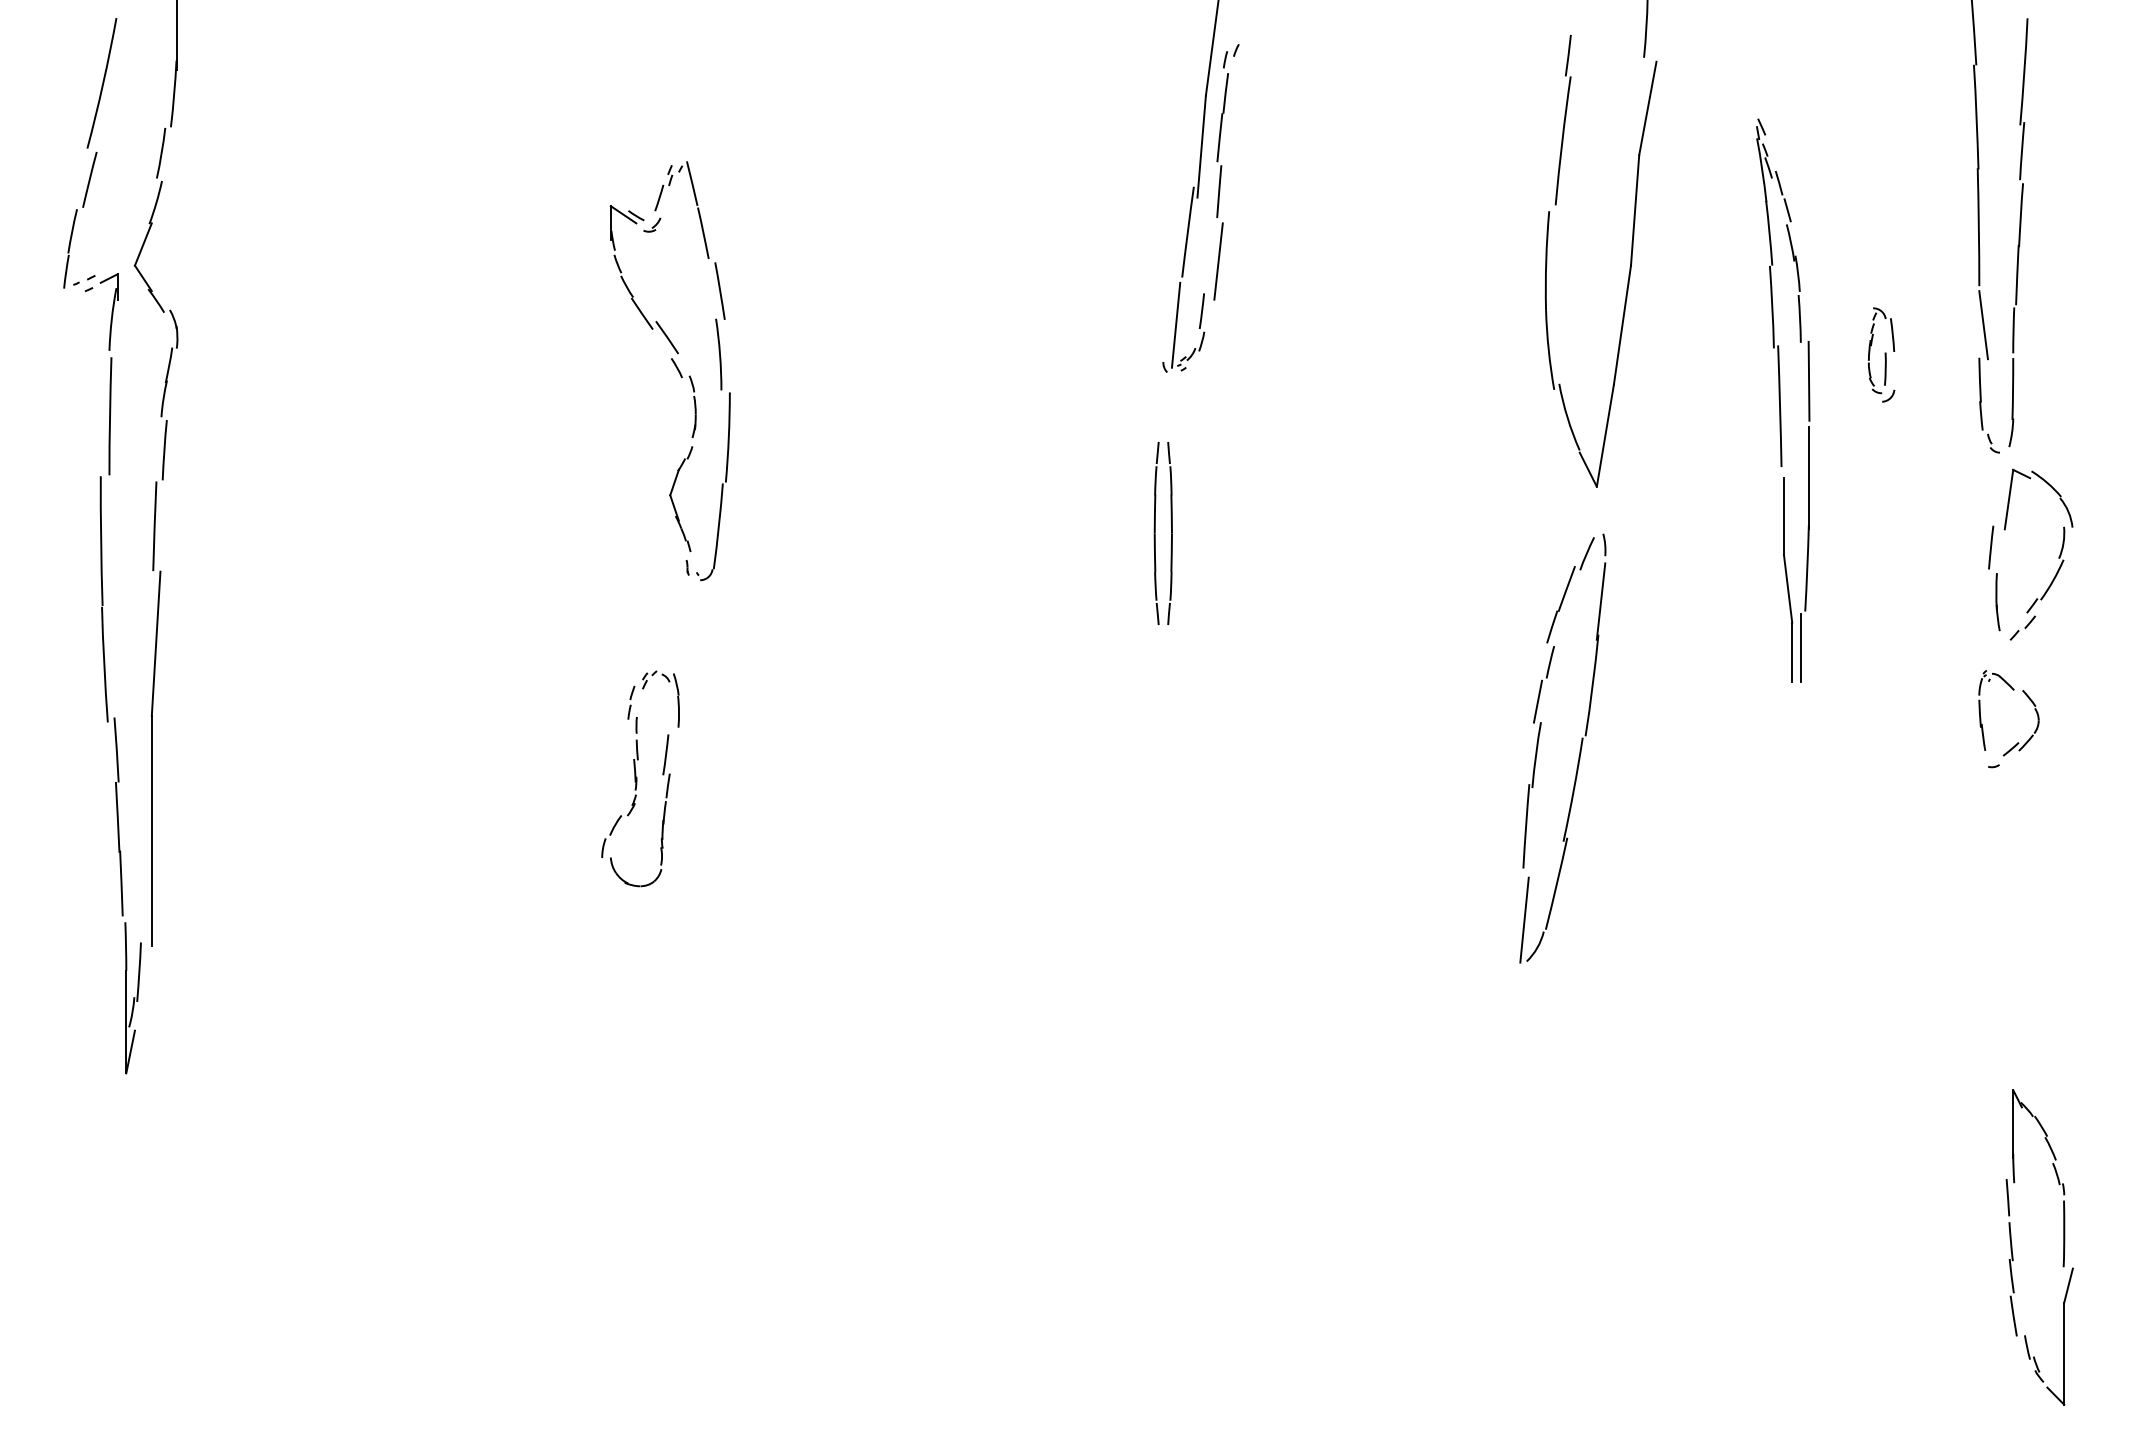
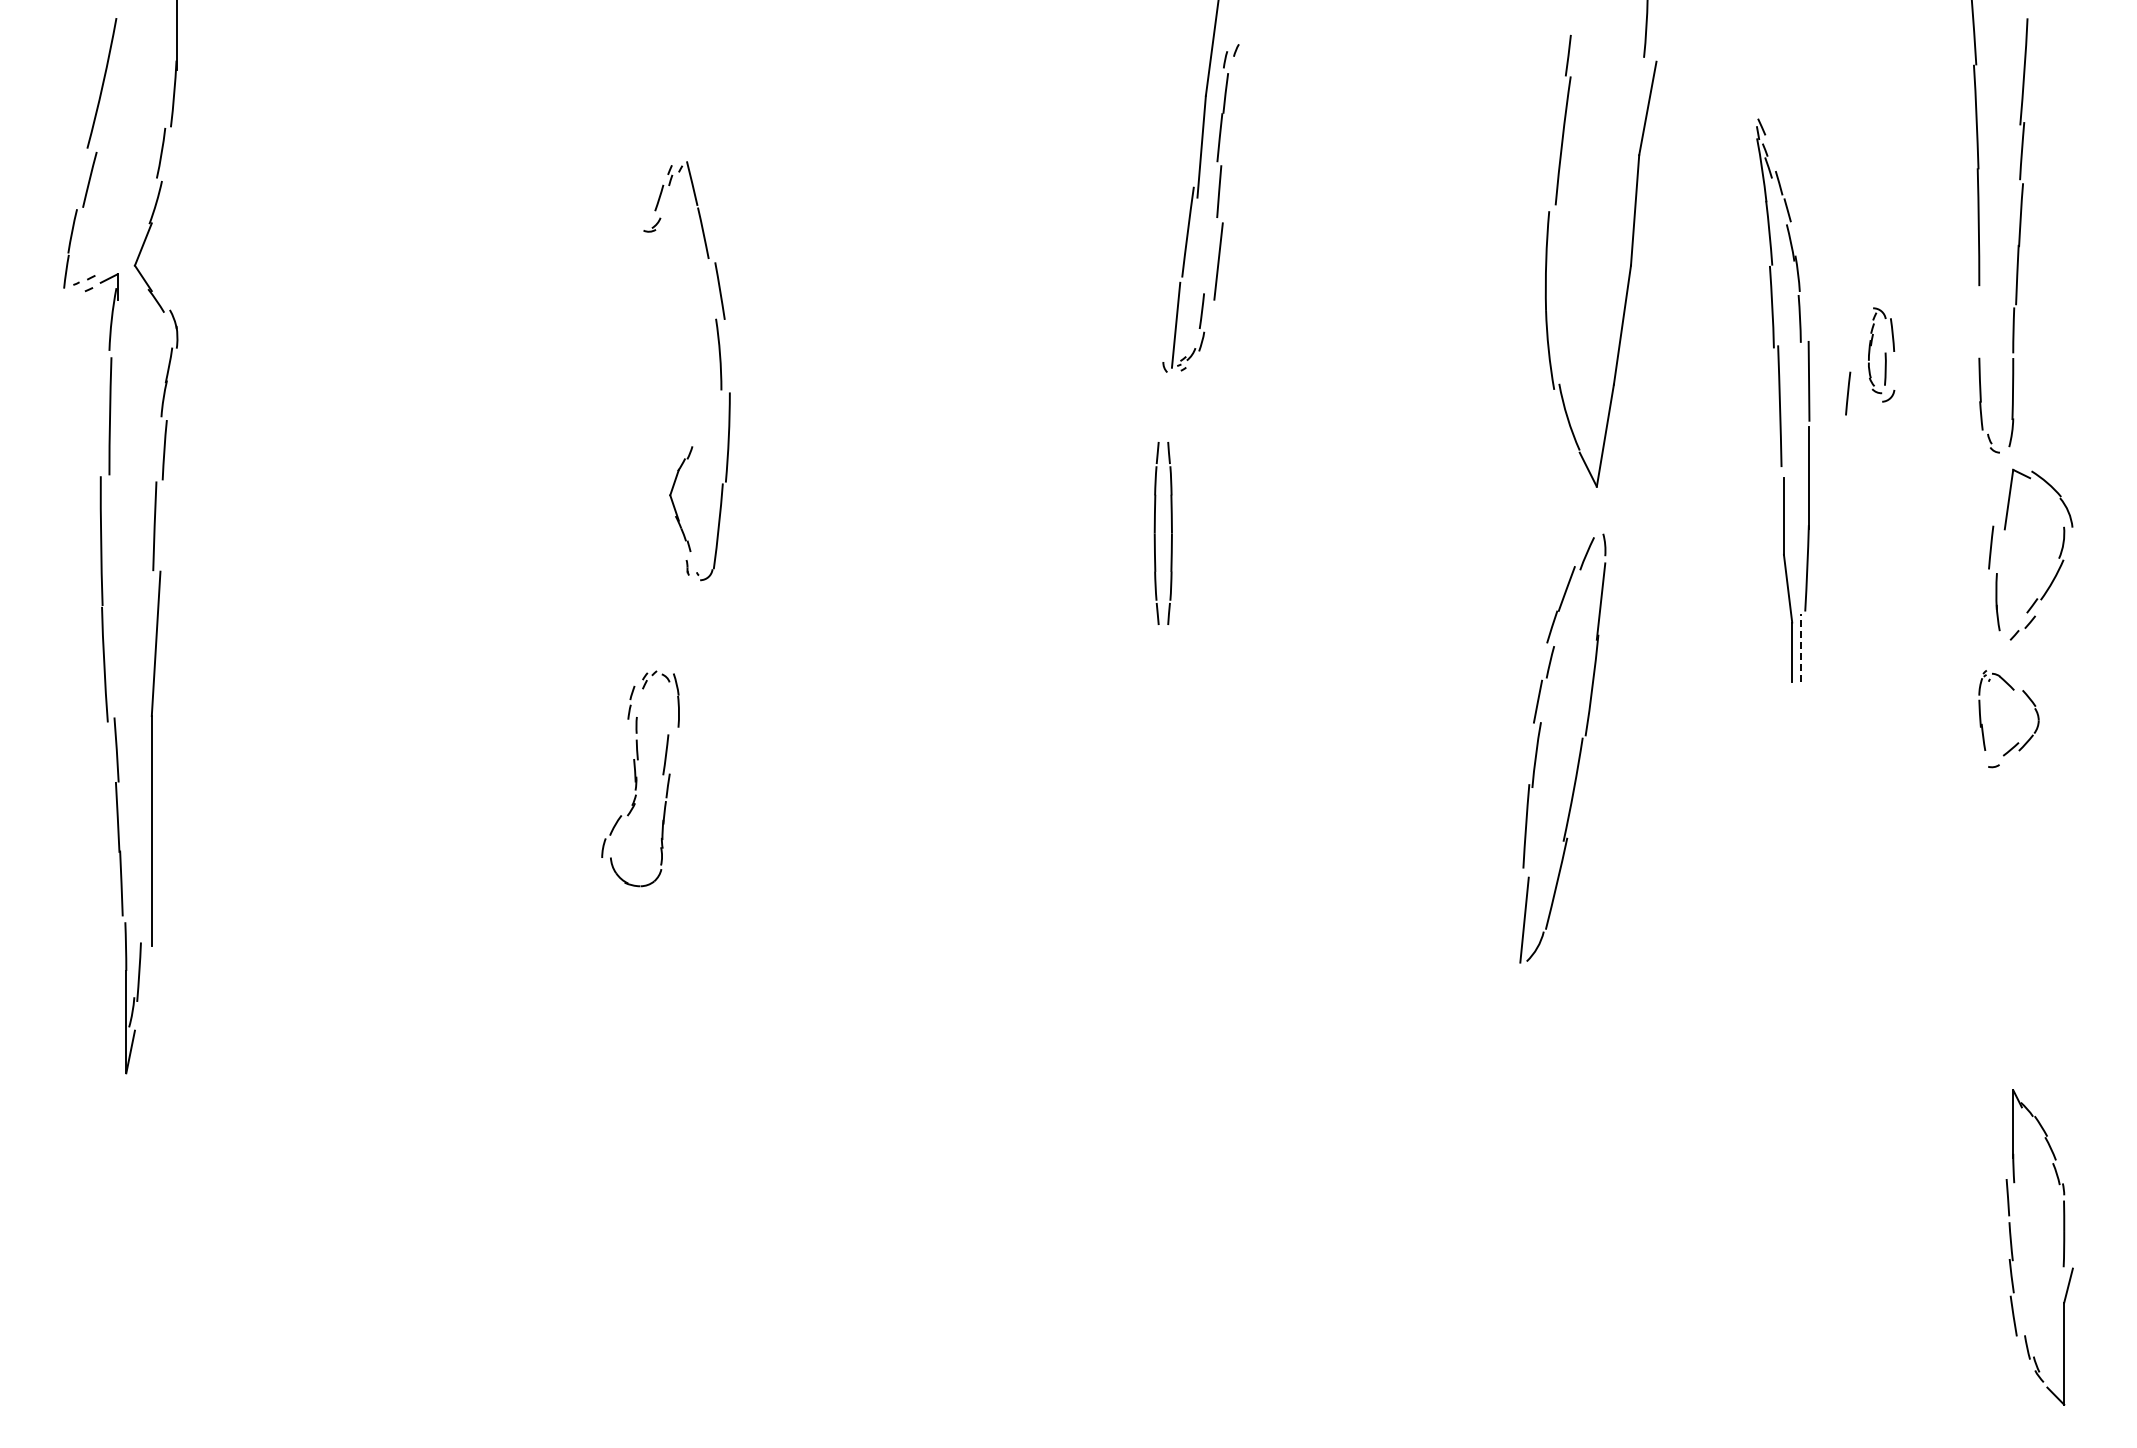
part at (652, 321): present -> none
line at (1983, 325): present -> none
line at (1848, 393): none -> present
line at (1800, 647): solid -> dashed
